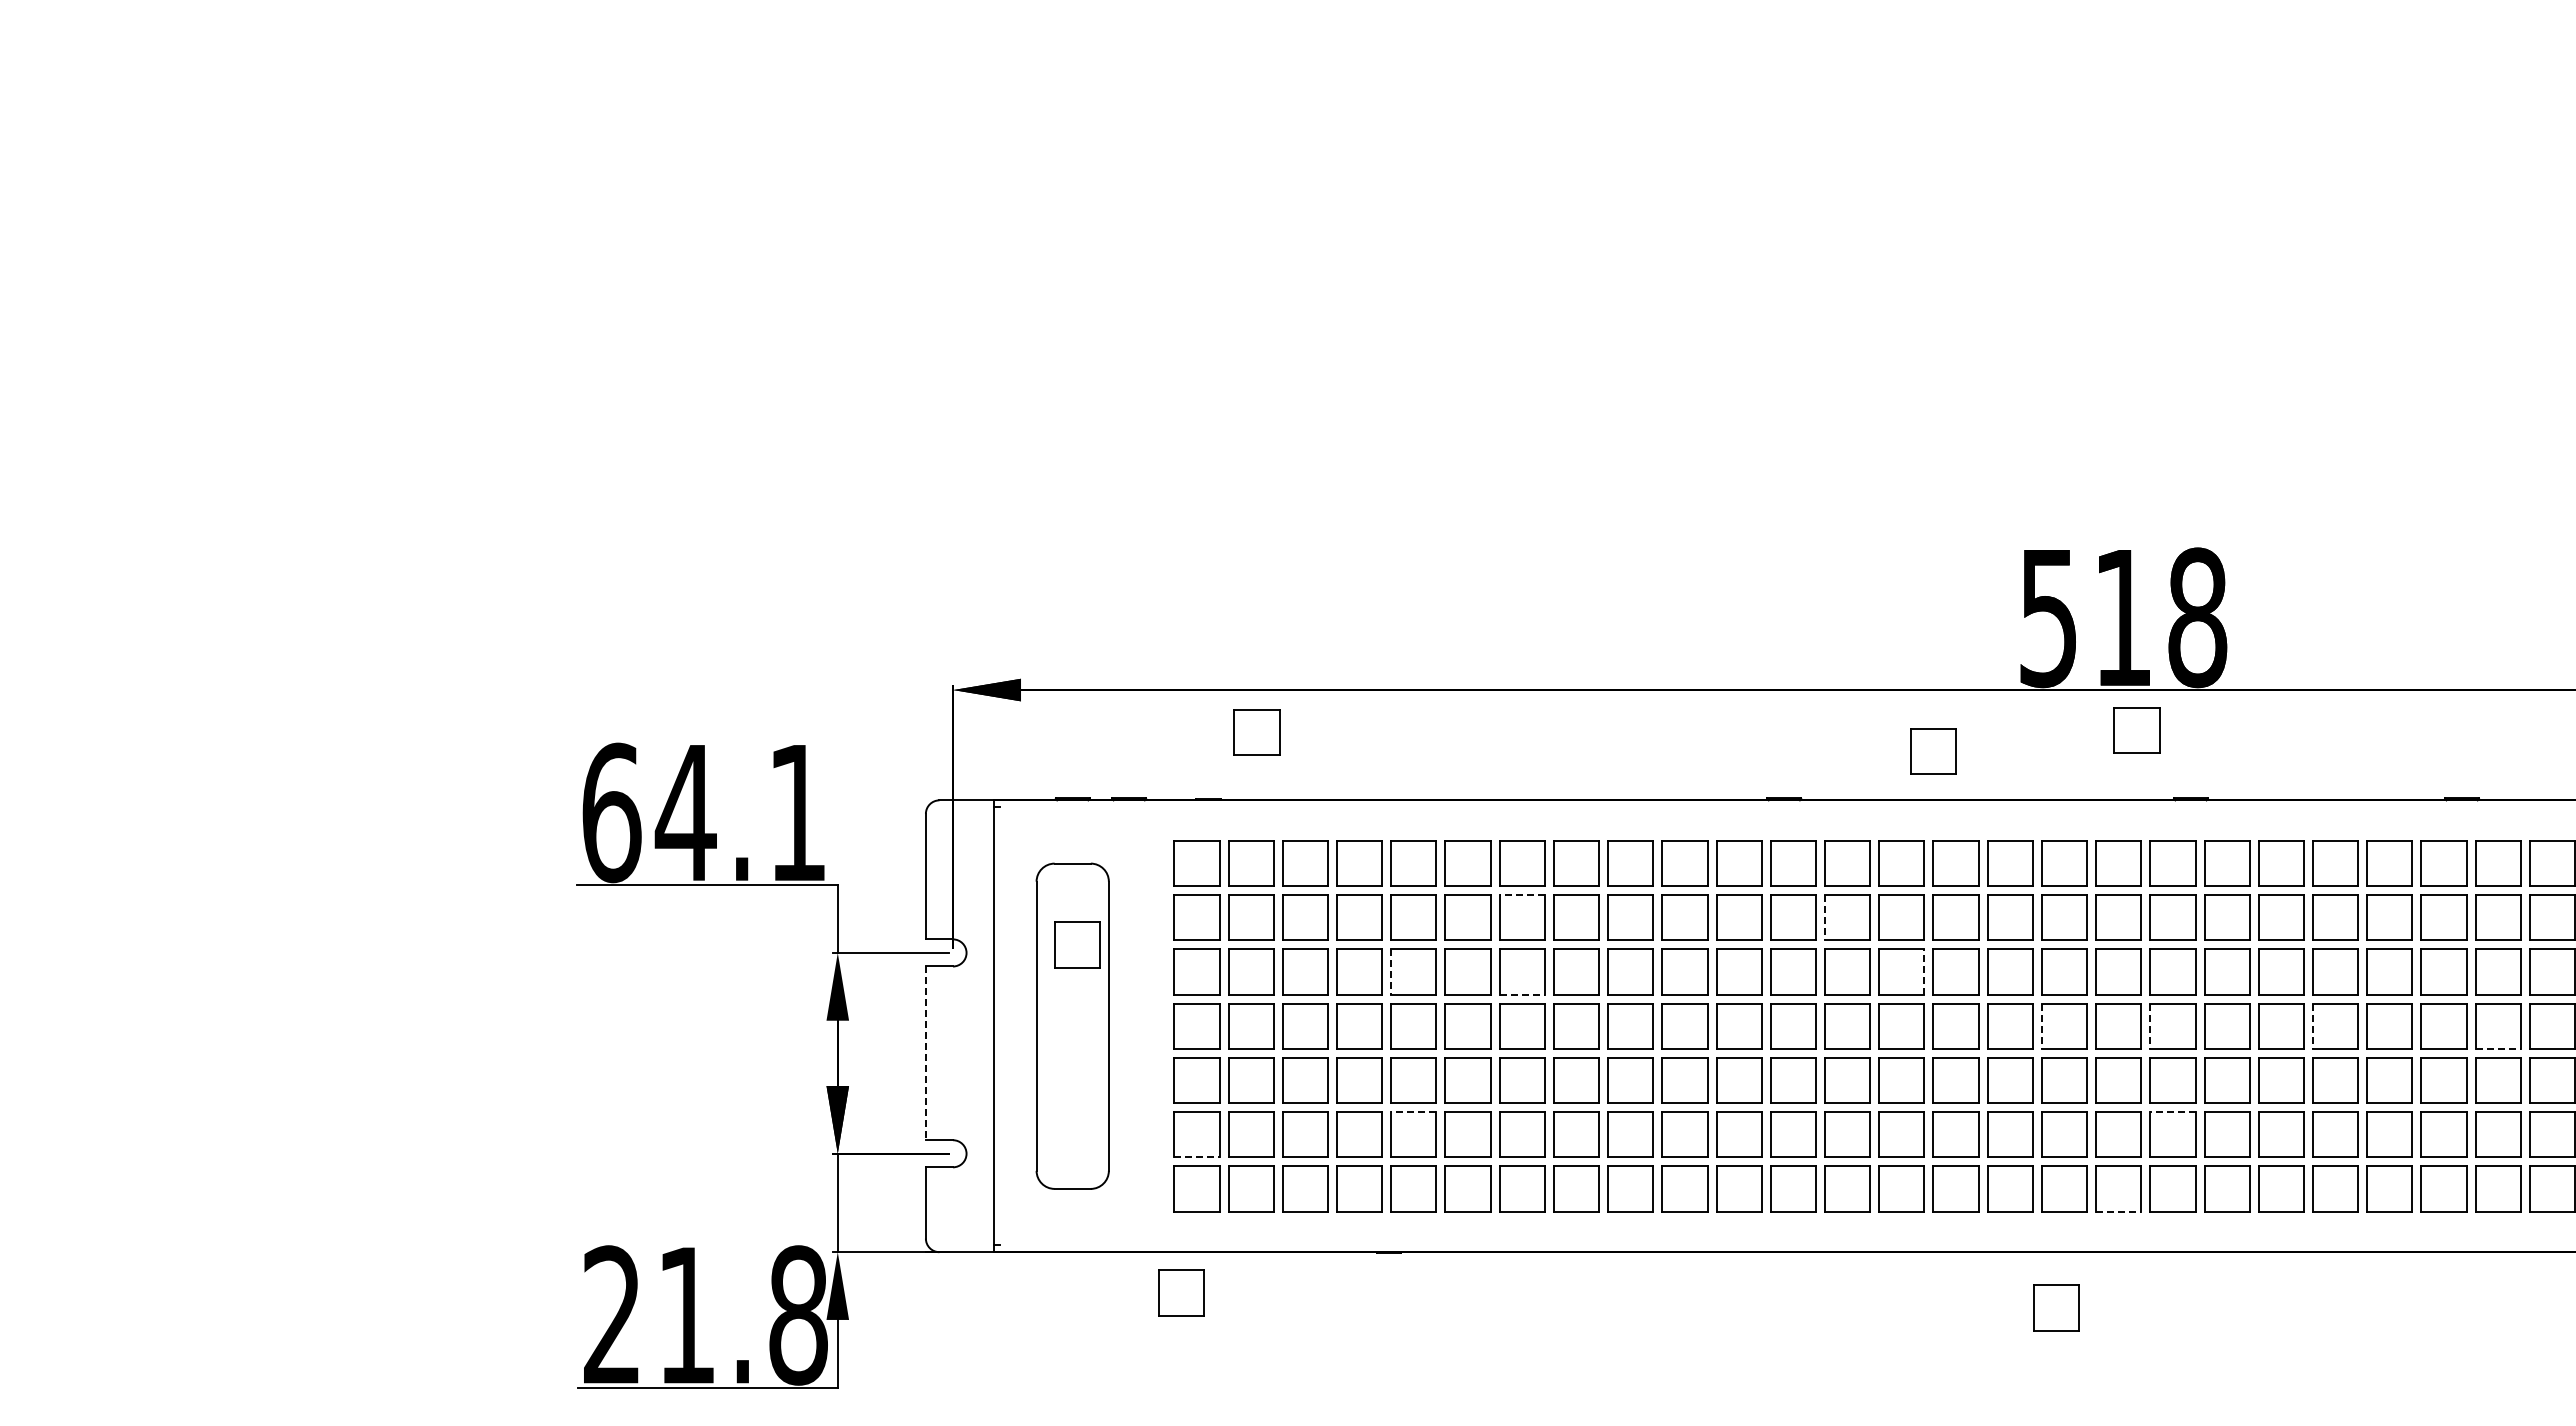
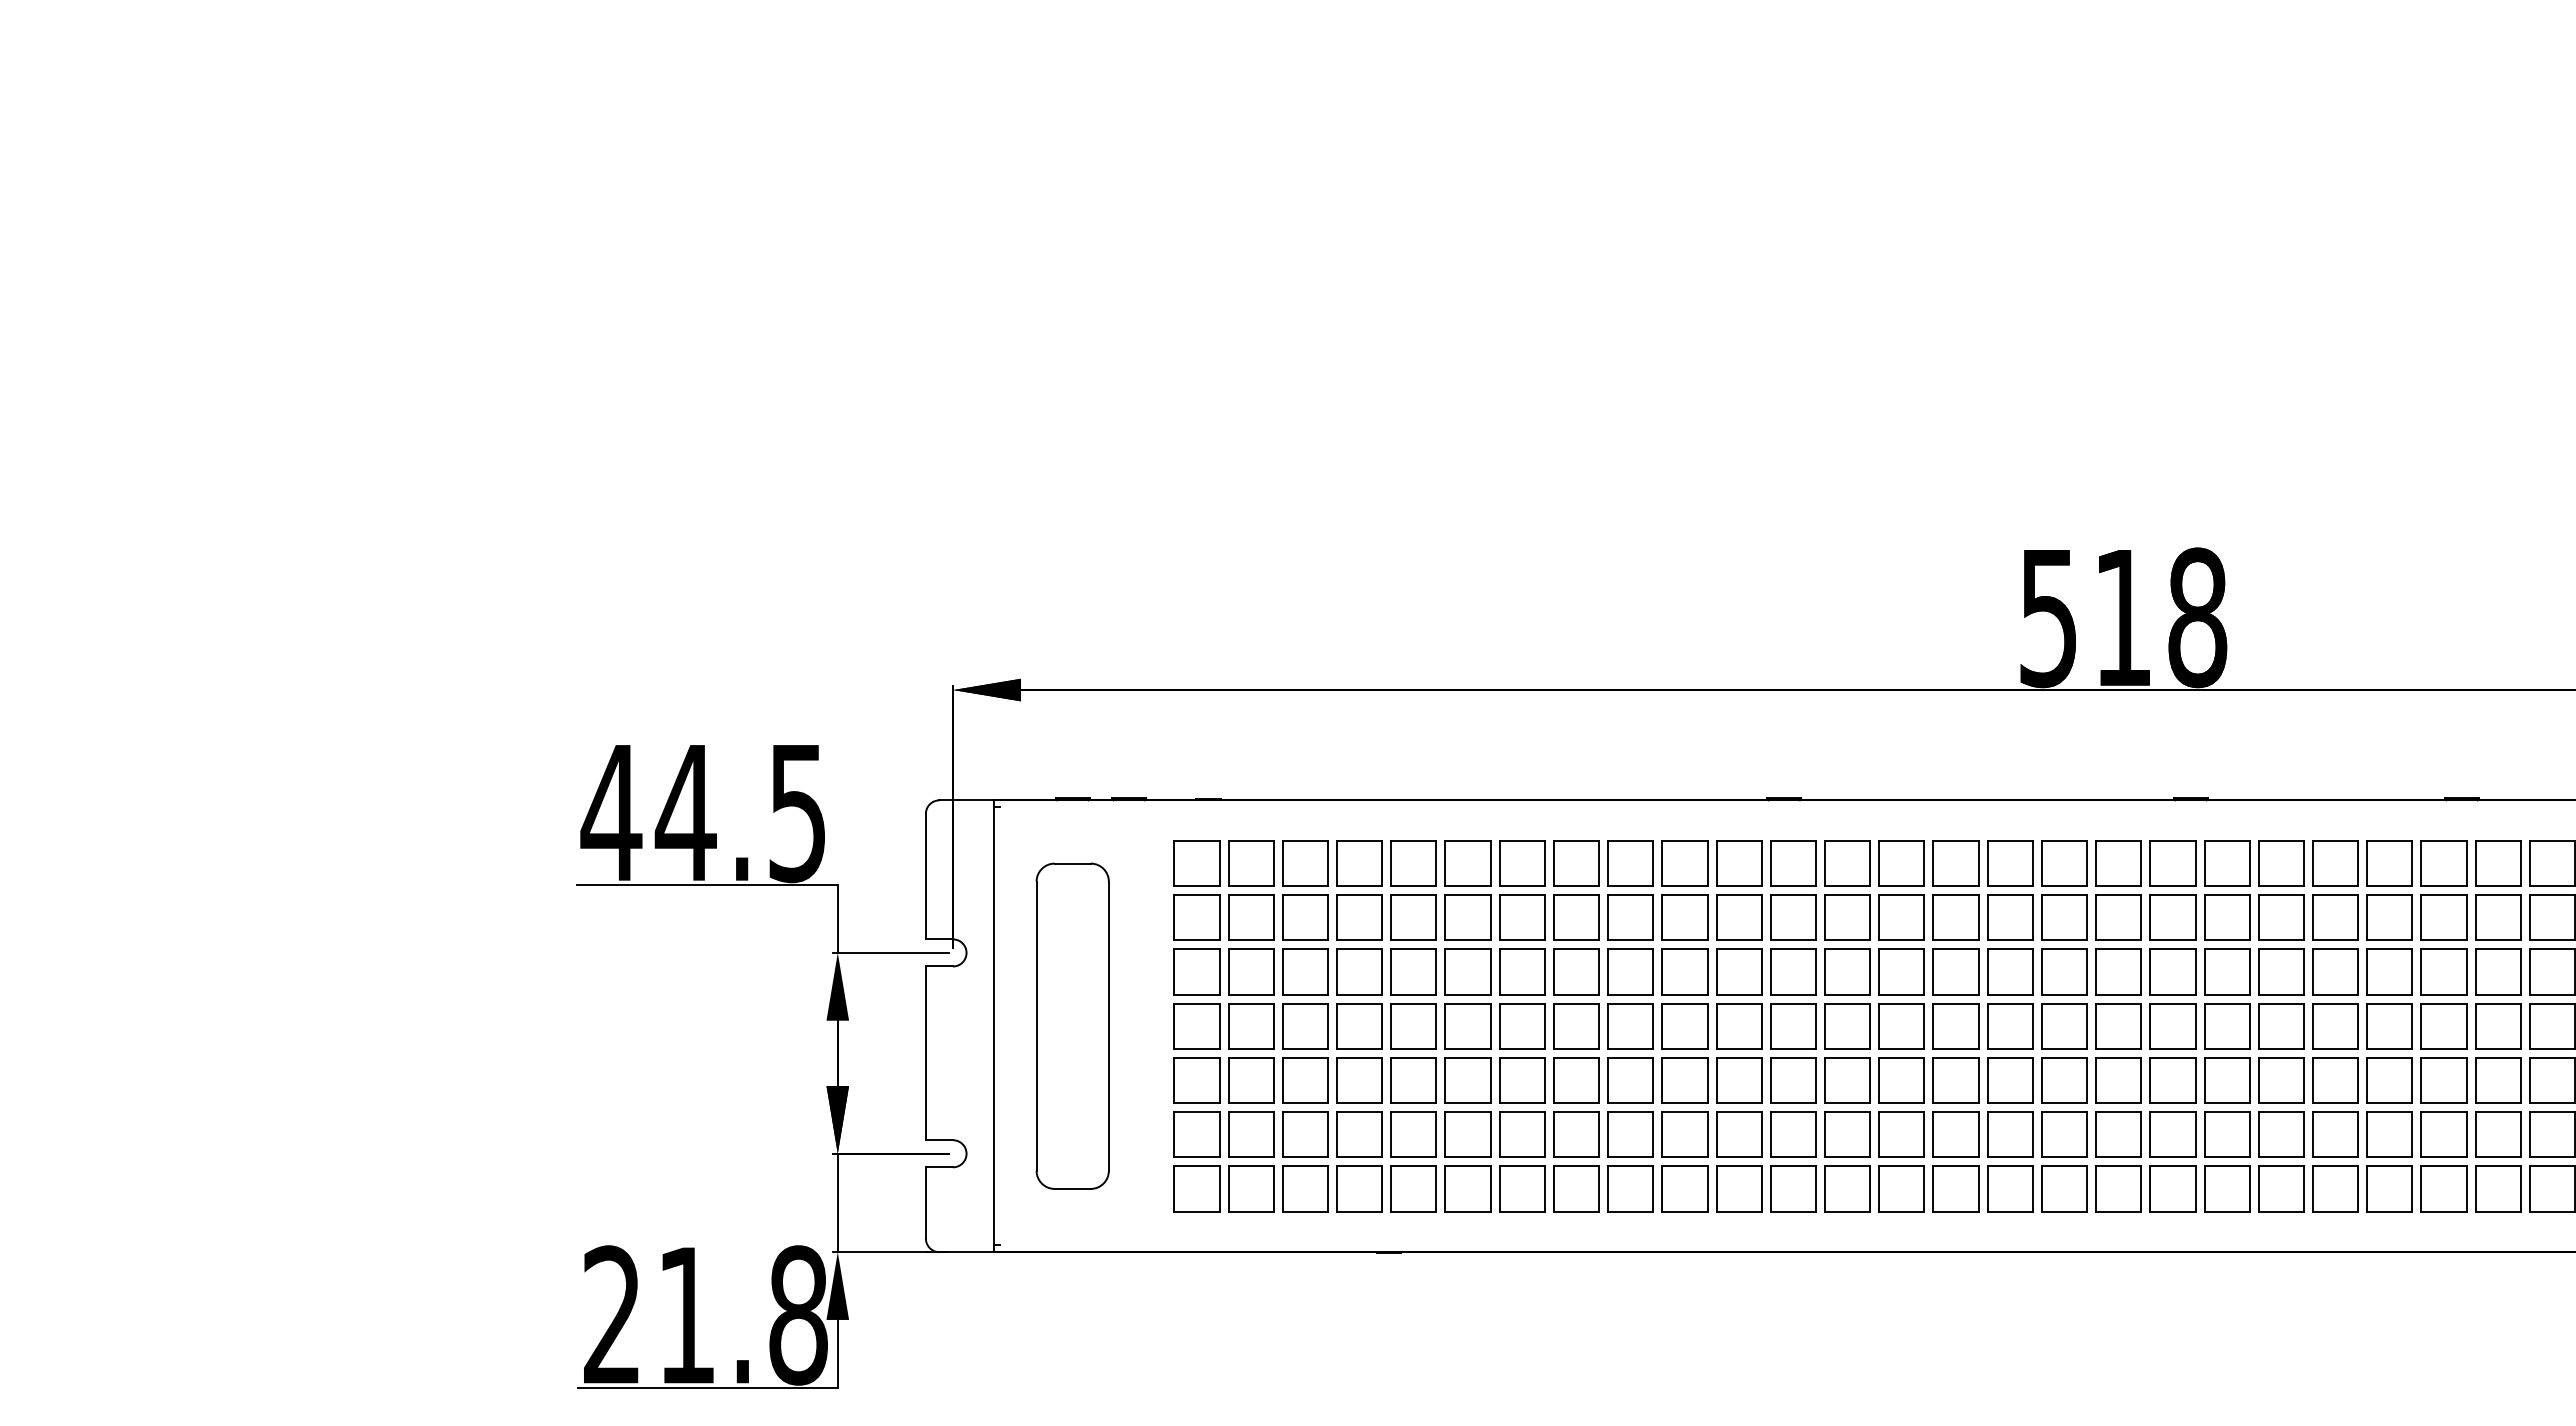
part at (2136, 730): present -> none
part at (1256, 732): present -> none
part at (1933, 751): present -> none
text at (702, 812): 64.1 -> 44.5
line at (1522, 895): dashed -> solid
line at (1825, 917): dashed -> solid
part at (1077, 944): present -> none
line at (1391, 972): dashed -> solid
line at (1924, 972): dashed -> solid
line at (1522, 994): dashed -> solid
line at (2041, 1026): dashed -> solid
line at (2150, 1026): dashed -> solid
line at (2312, 1026): dashed -> solid
line at (2498, 1048): dashed -> solid
line at (925, 1053): dashed -> solid
line at (1413, 1112): dashed -> solid
line at (2172, 1112): dashed -> solid
line at (1196, 1157): dashed -> solid
line at (2118, 1211): dashed -> solid
part at (1181, 1292): present -> none
part at (2056, 1307): present -> none
